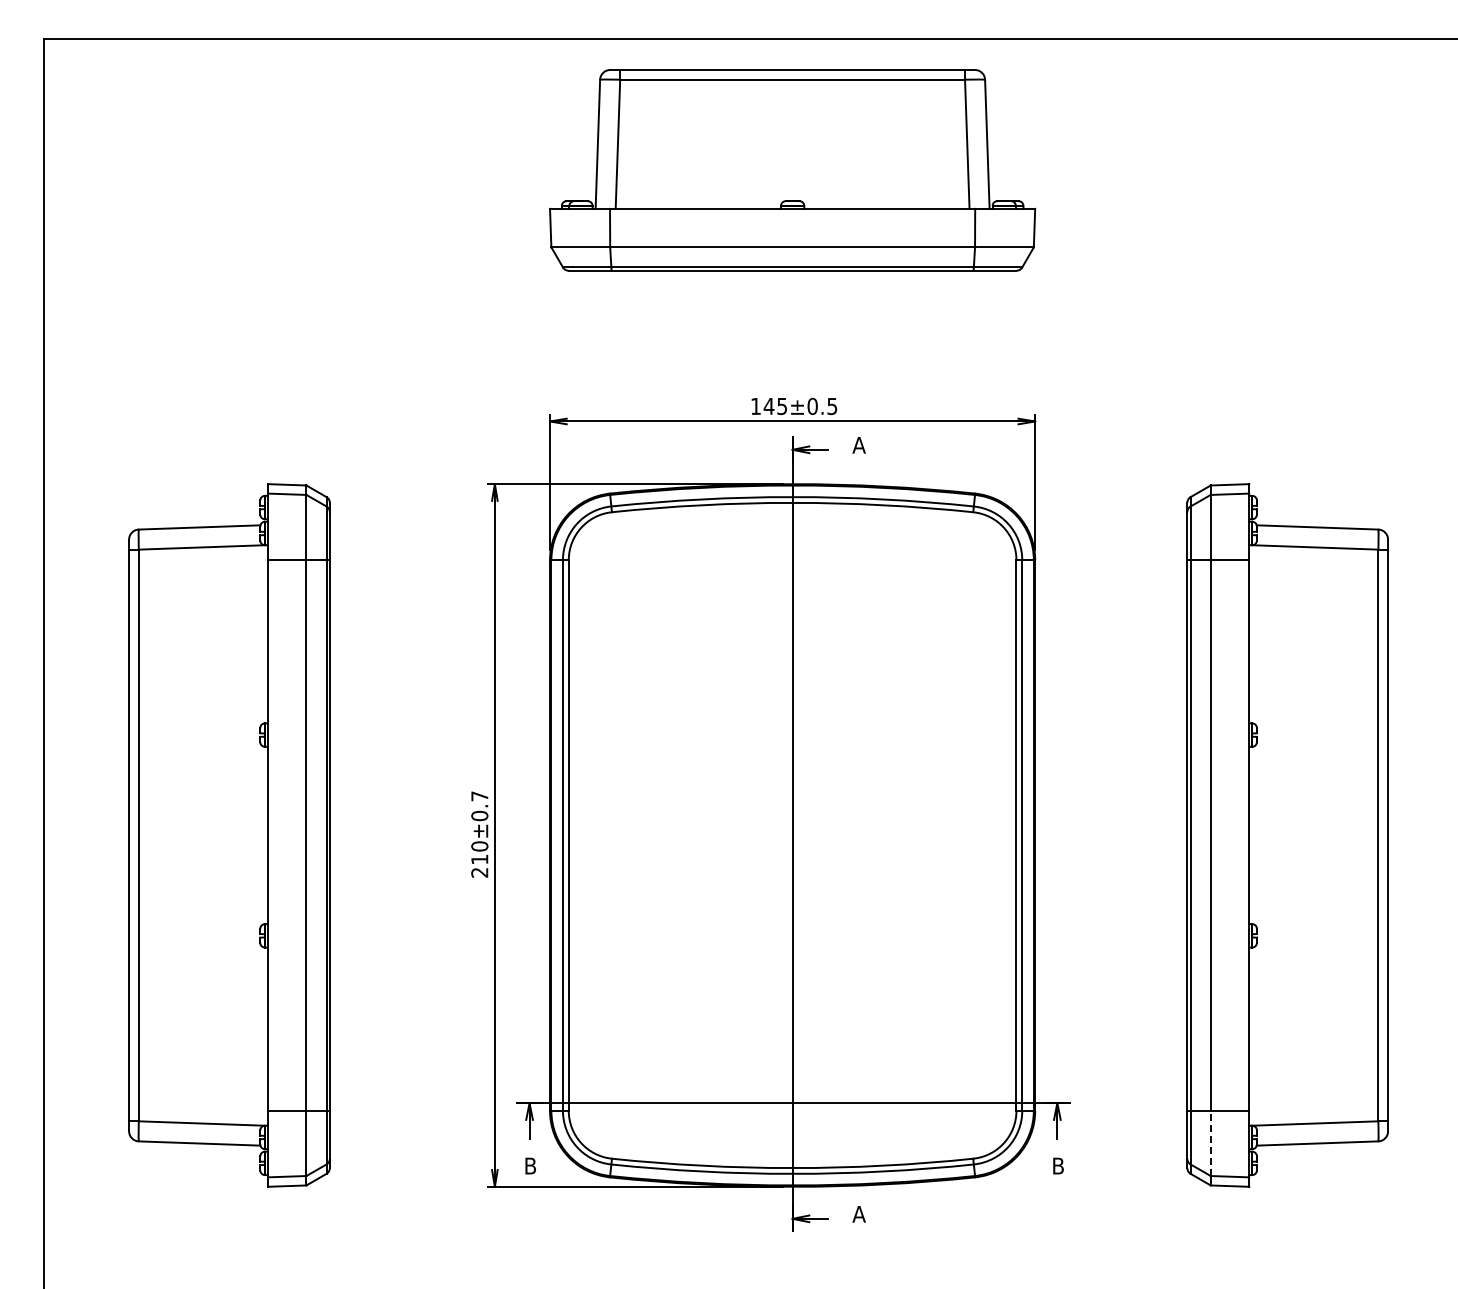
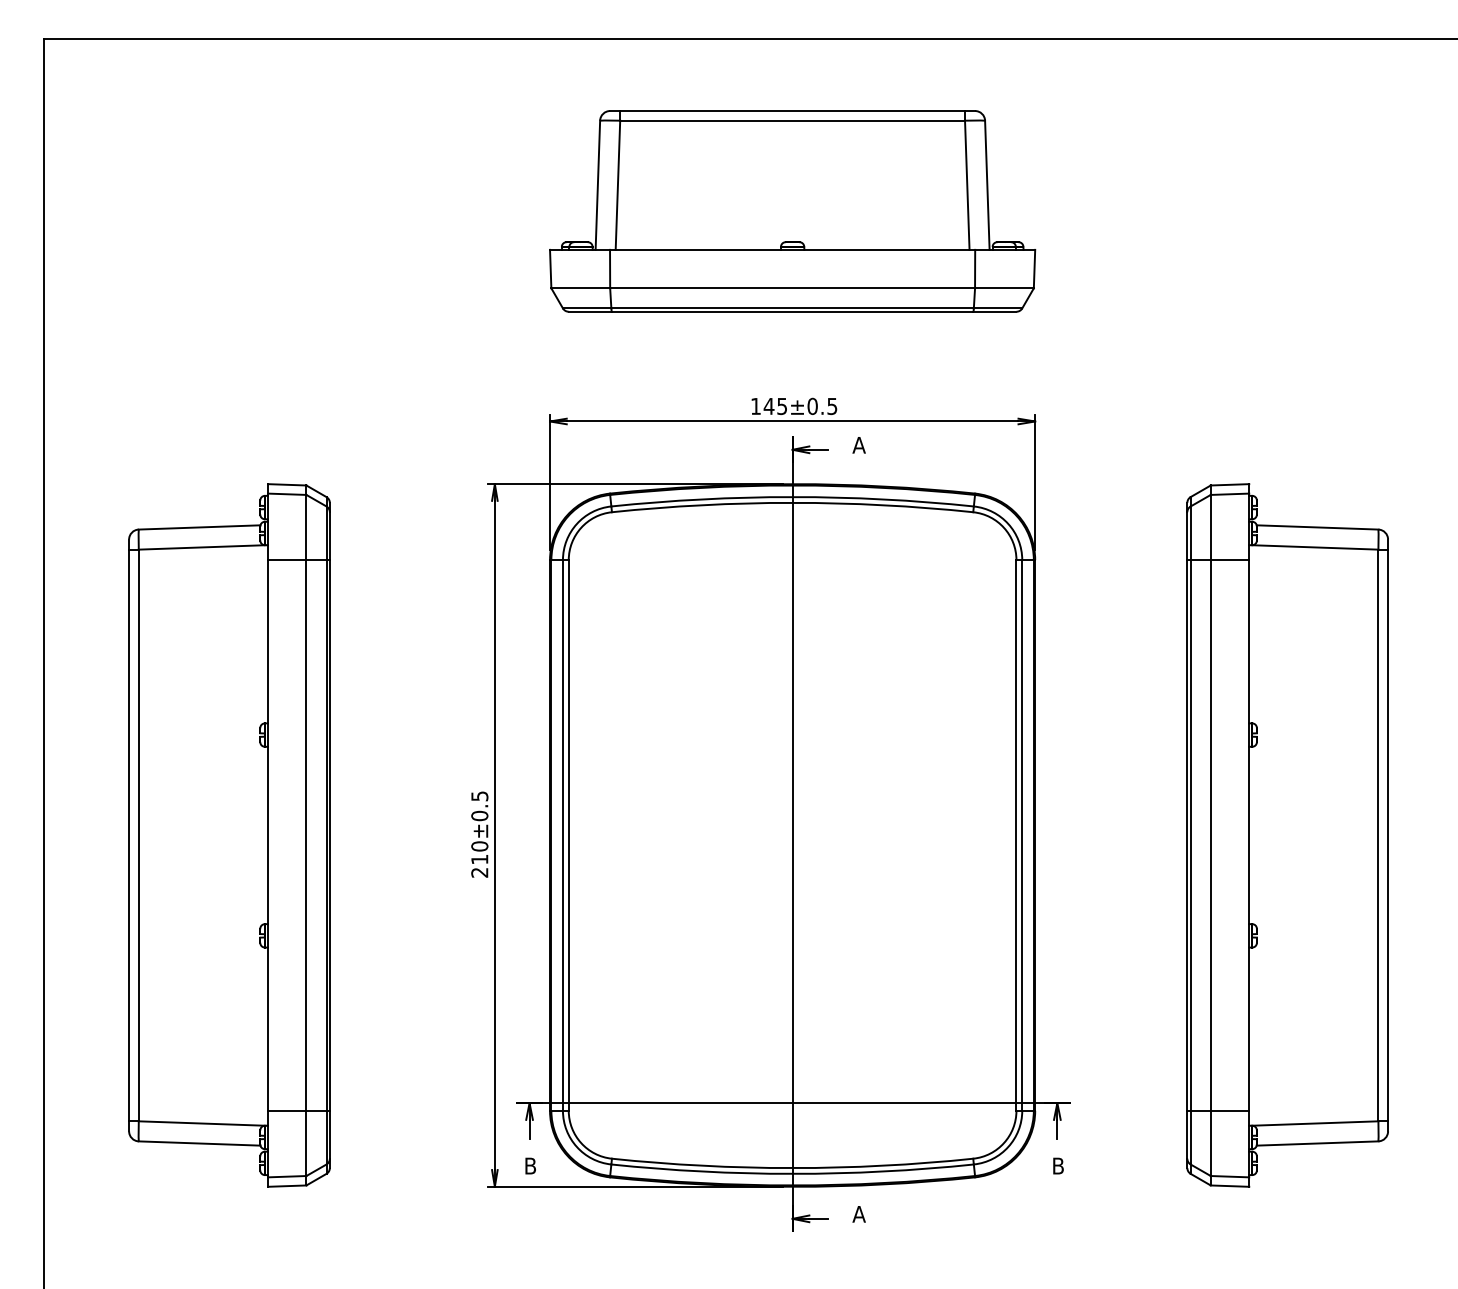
part at (792, 170) position: (792, 170) -> (792, 211)
text at (479, 796): 210±0.7 -> 210±0.5
line at (1210, 1143): dashed -> solid
